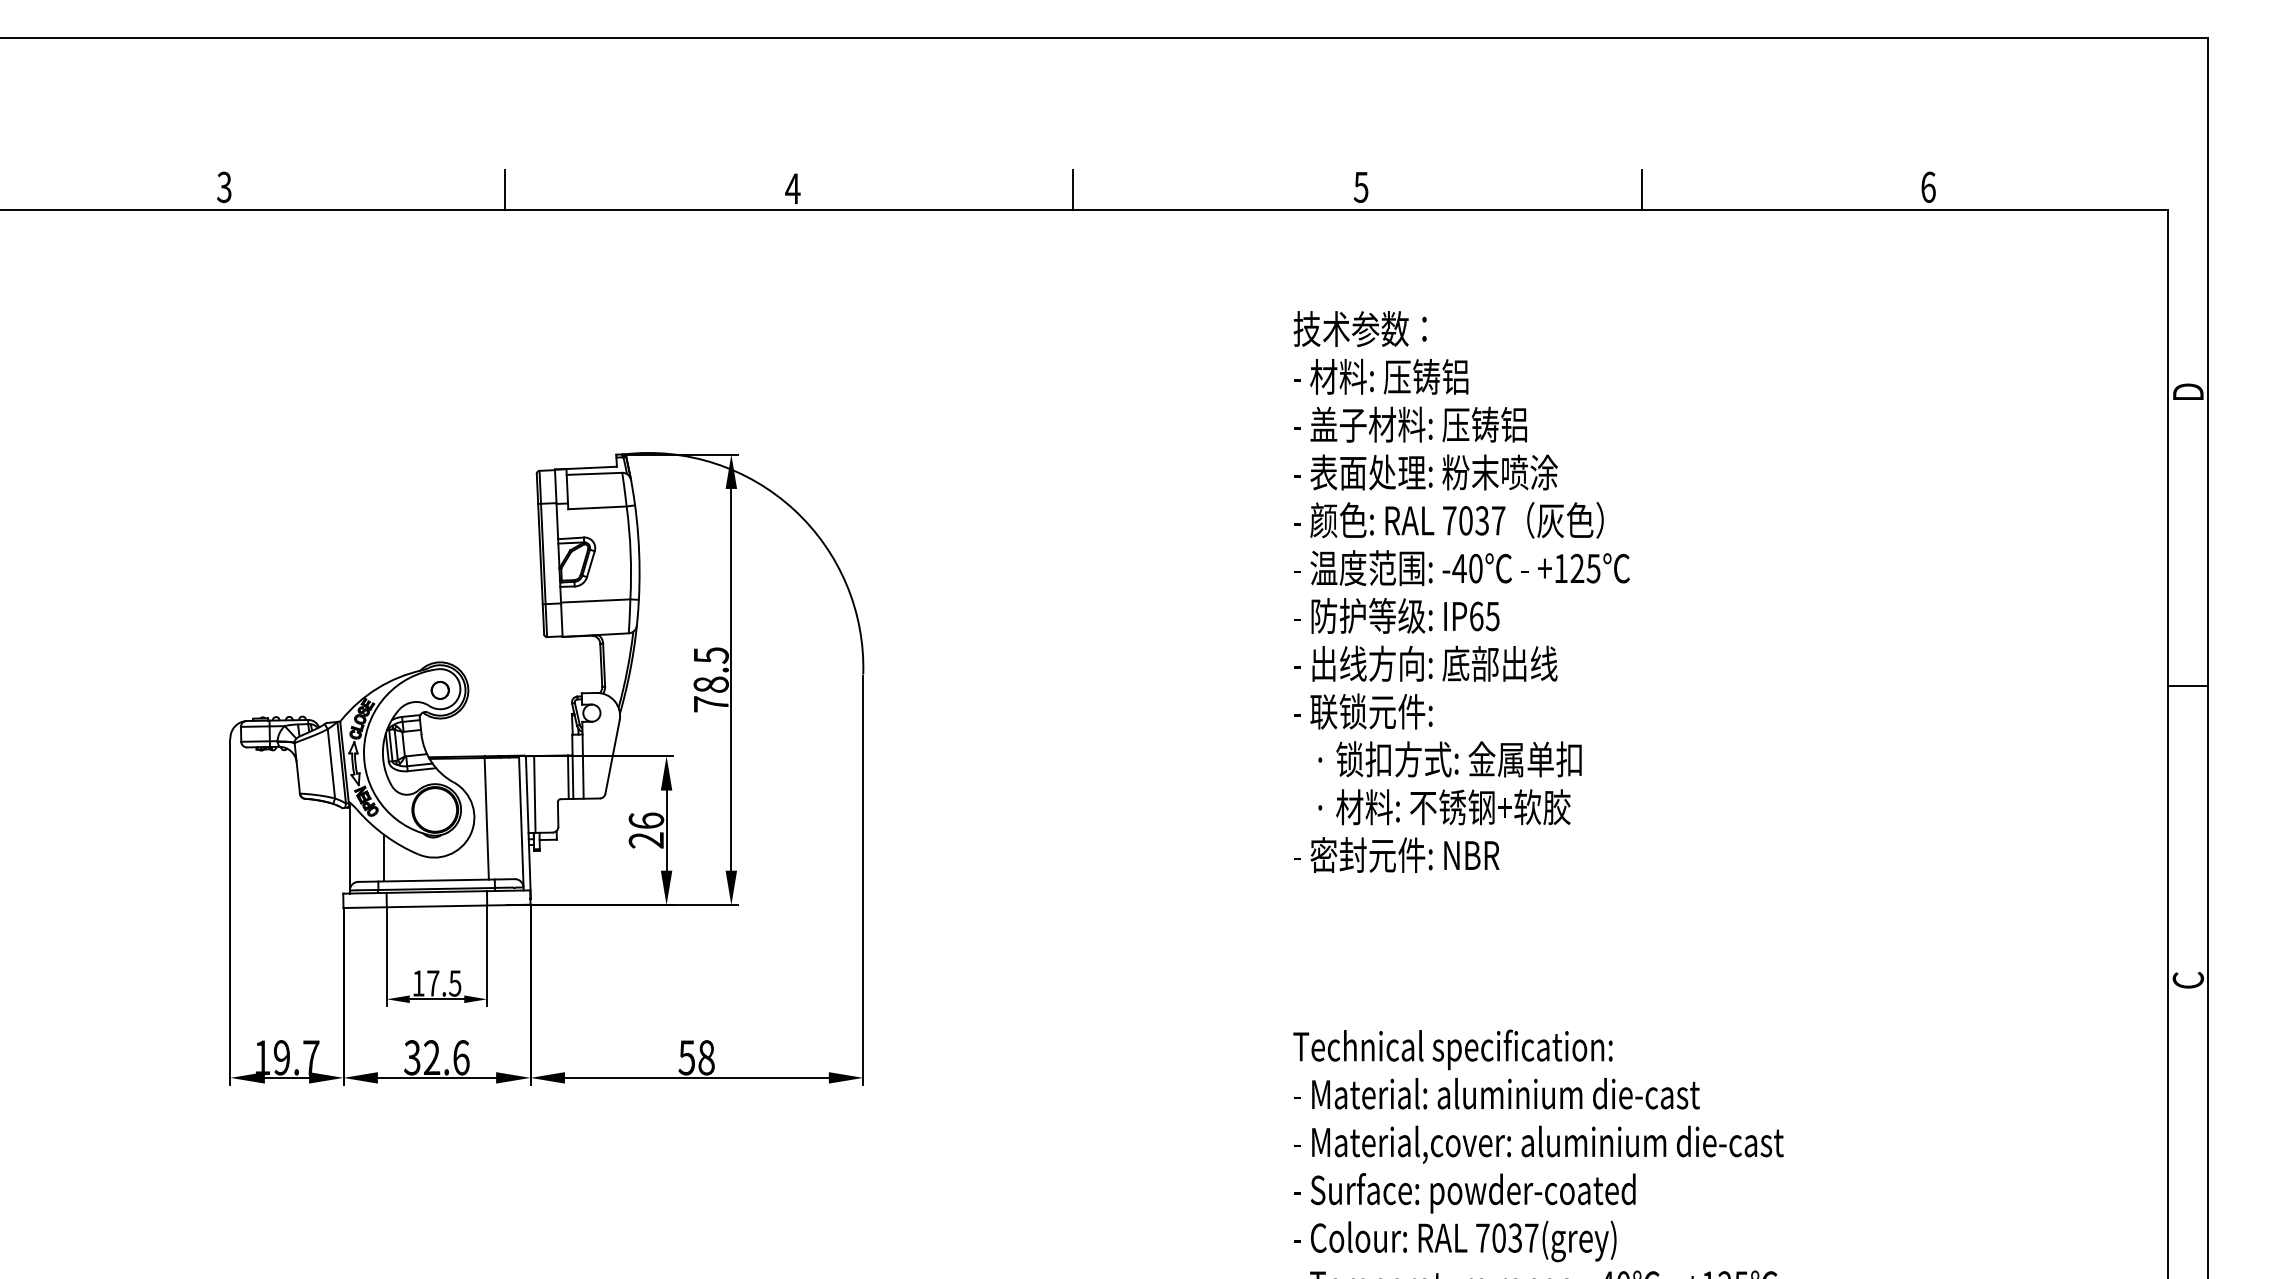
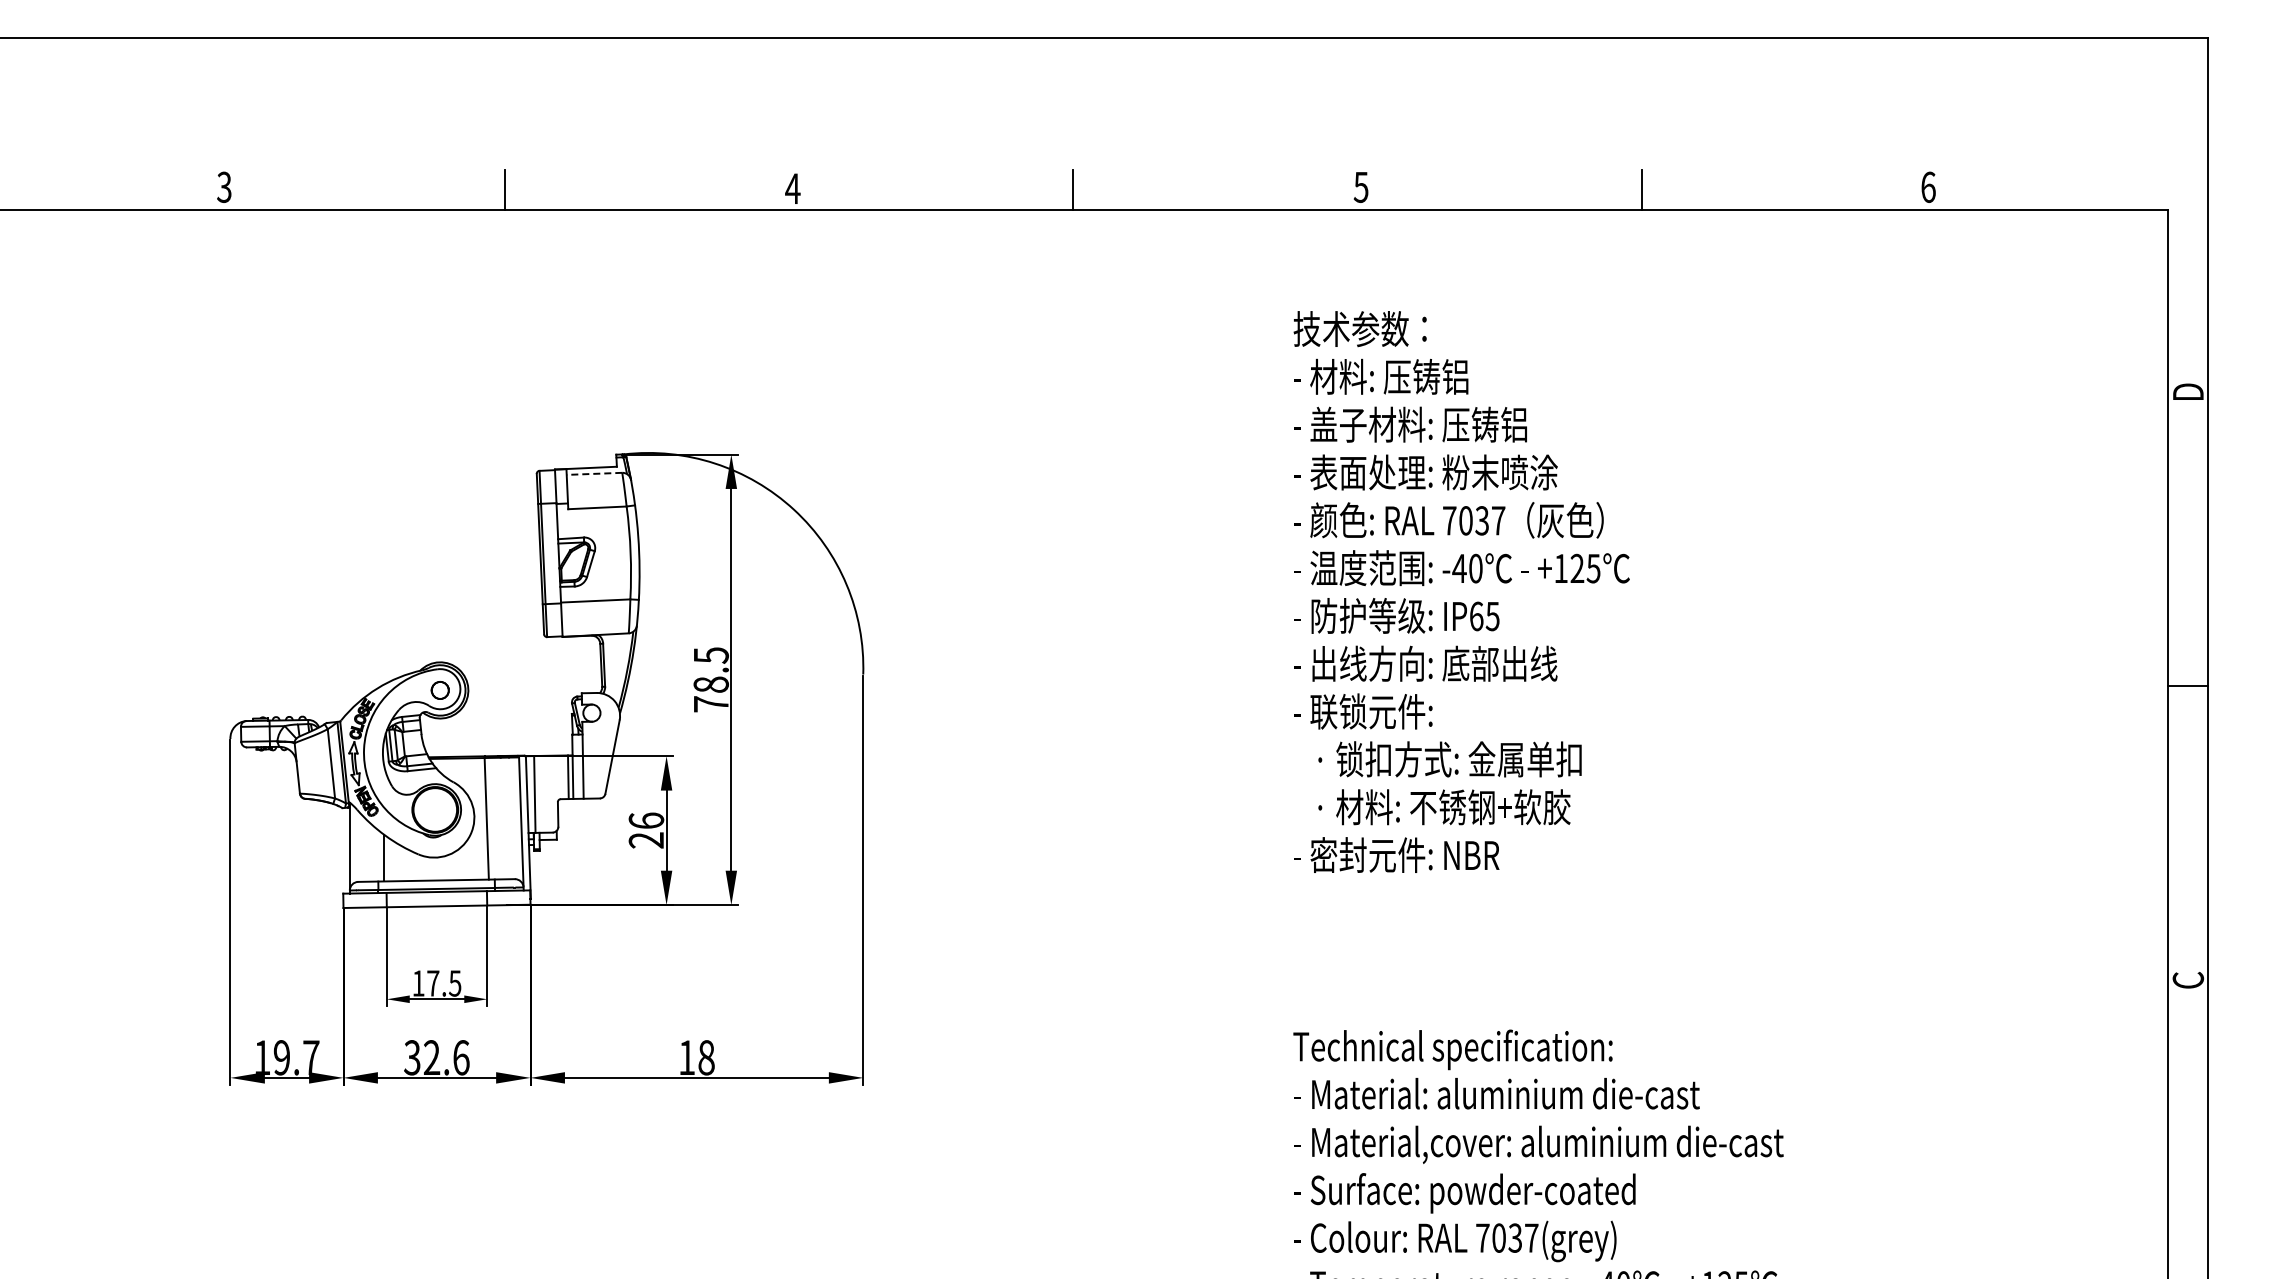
line at (594, 473): solid -> dashed
text at (686, 1057): 58 -> 18
